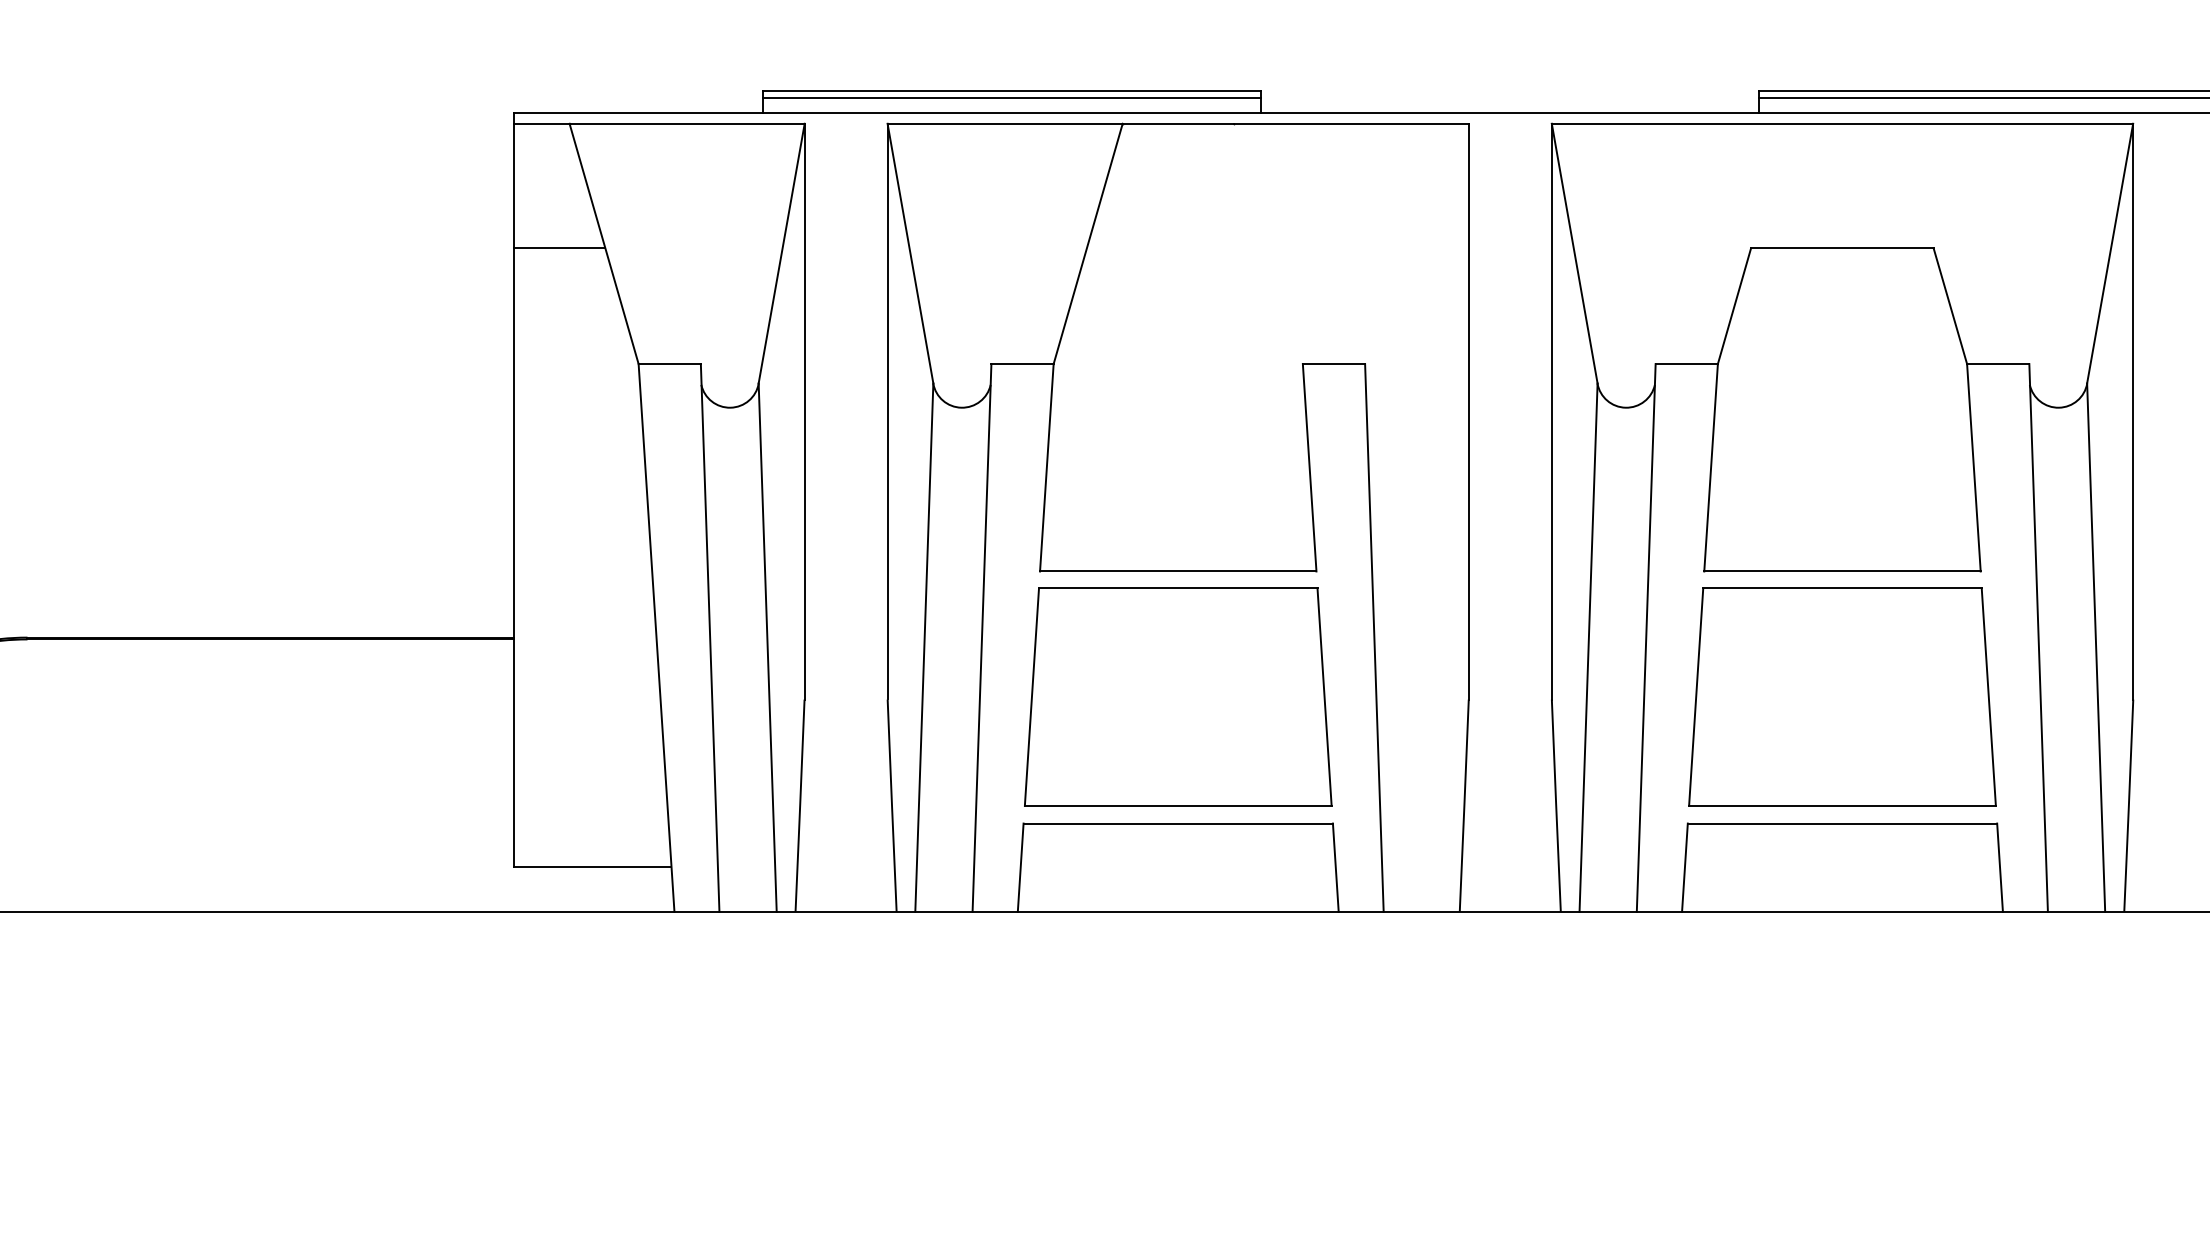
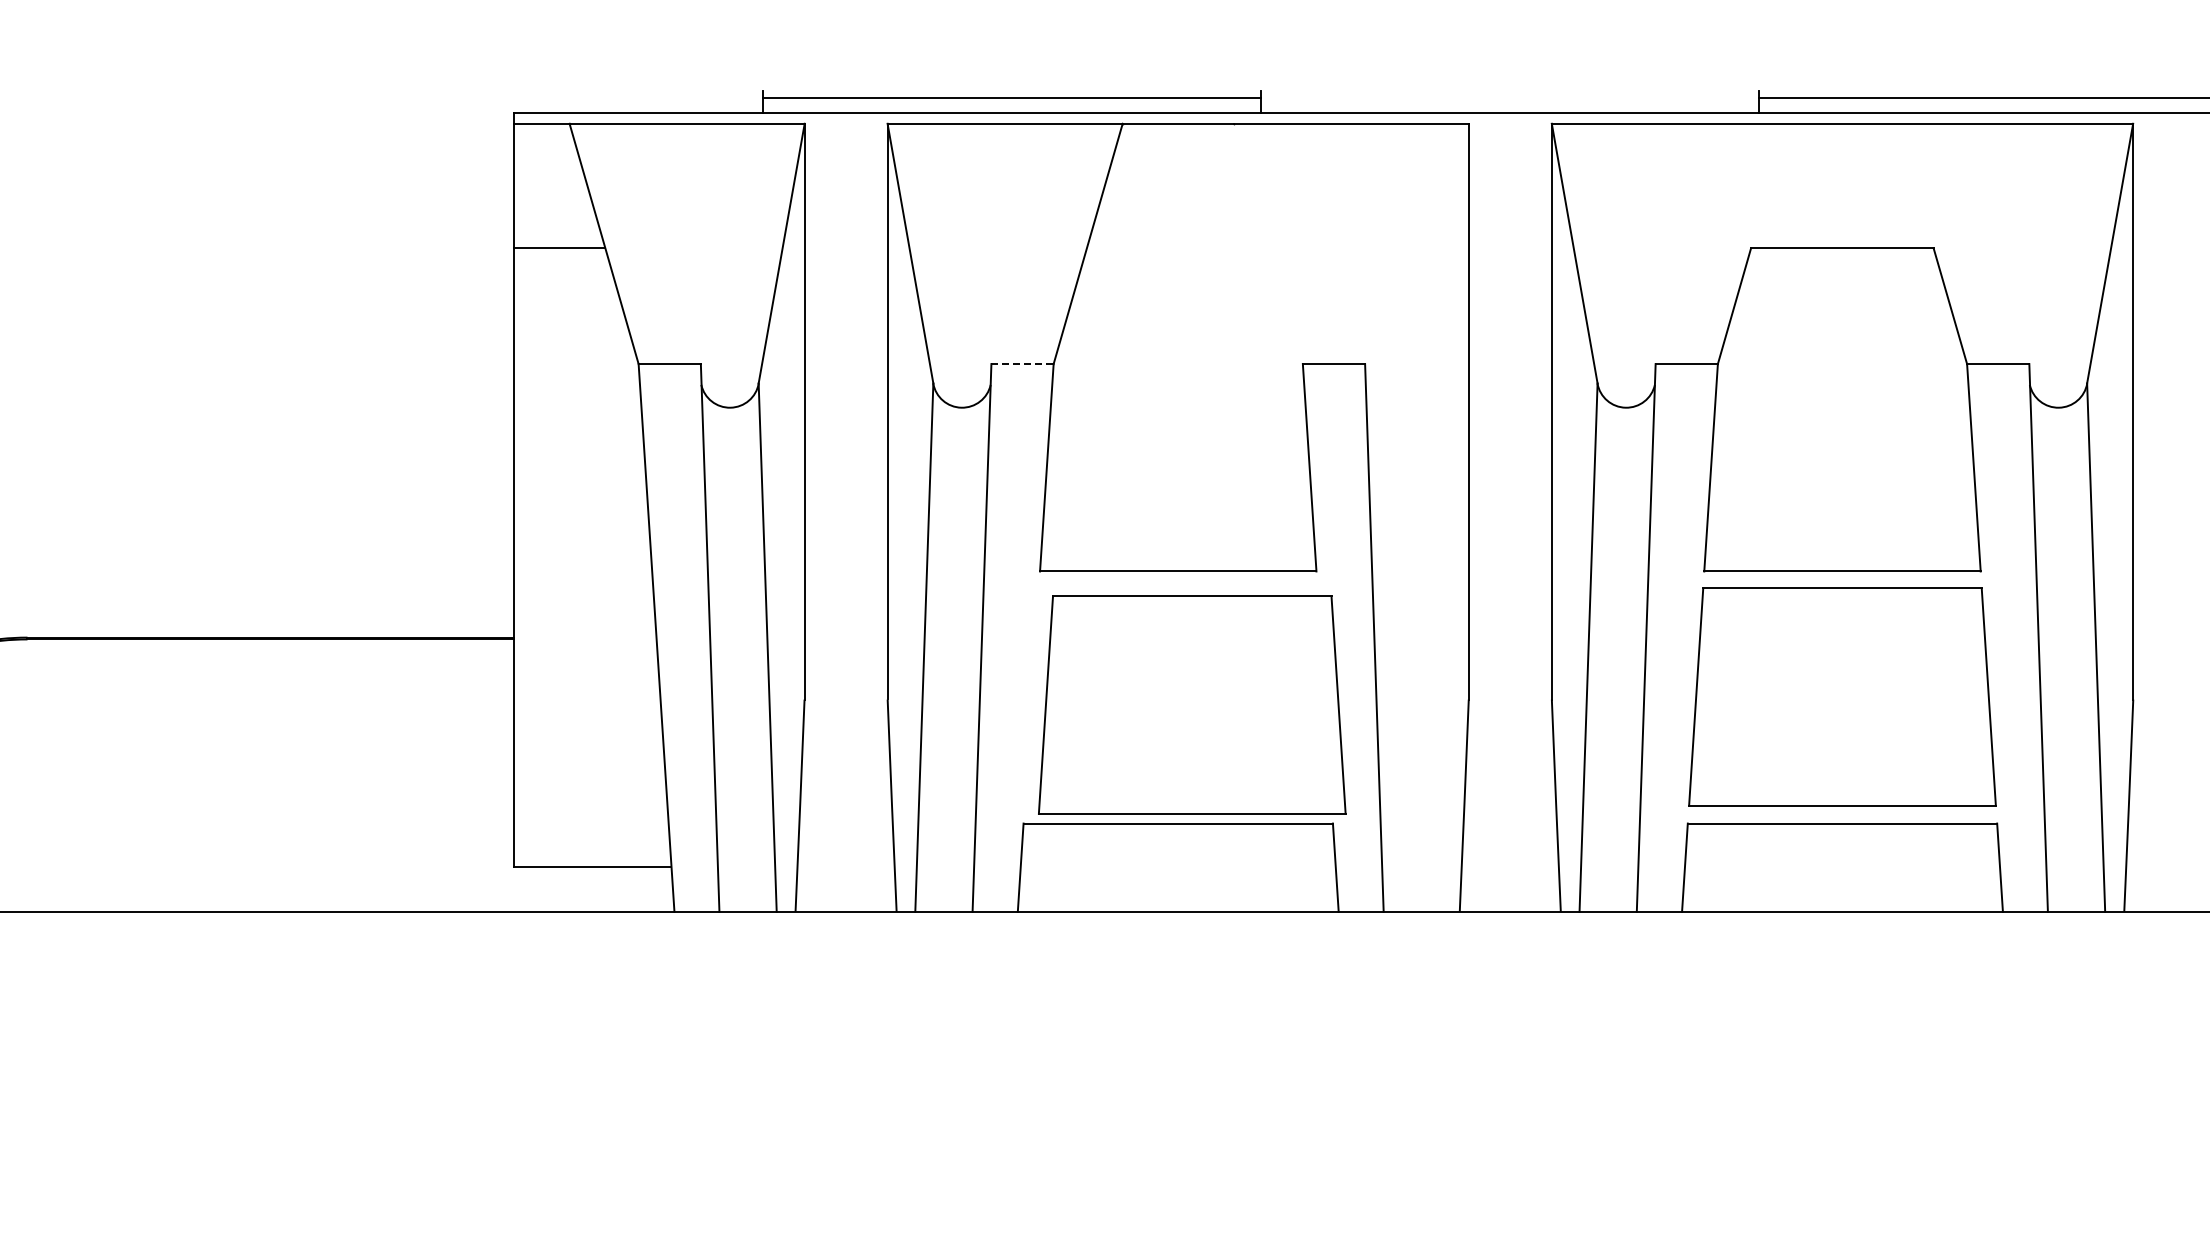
line at (1012, 91): present -> none
line at (1982, 91): present -> none
line at (1023, 364): solid -> dashed
part at (1178, 696) position: (1178, 696) -> (1192, 704)
